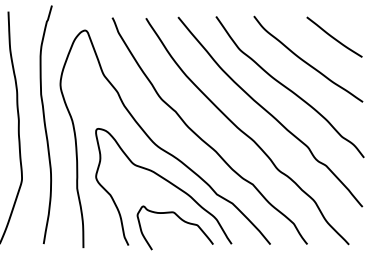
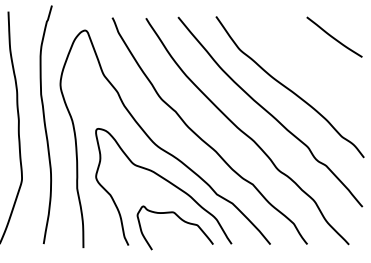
curve at (306, 61): present -> none
